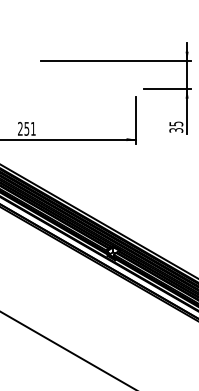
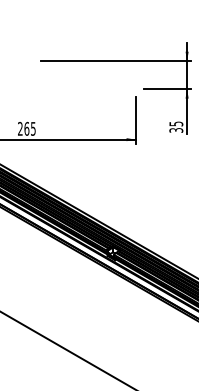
text at (29, 128): 251 -> 265
